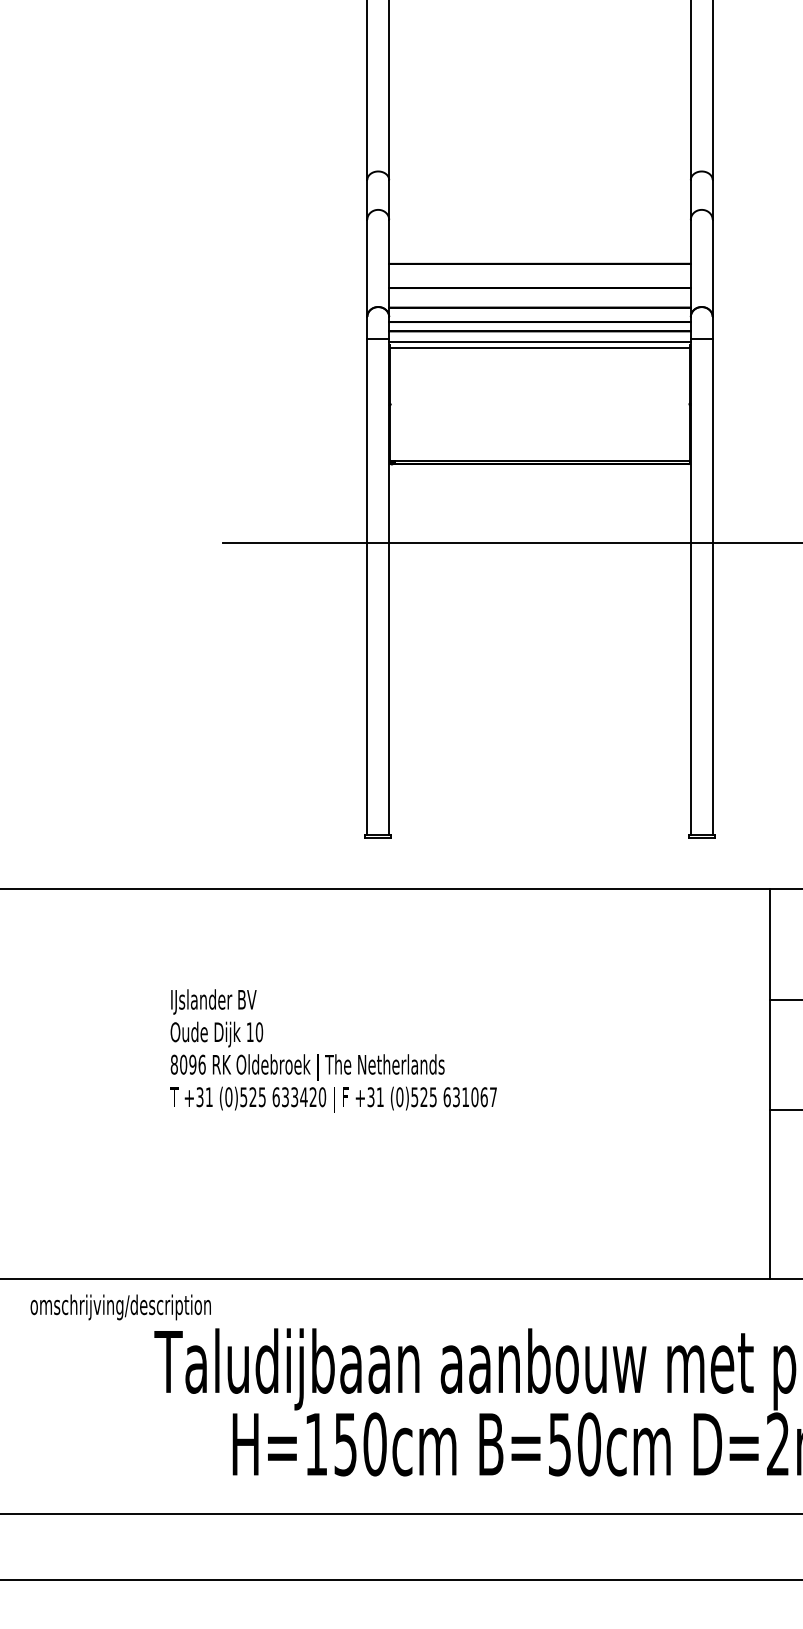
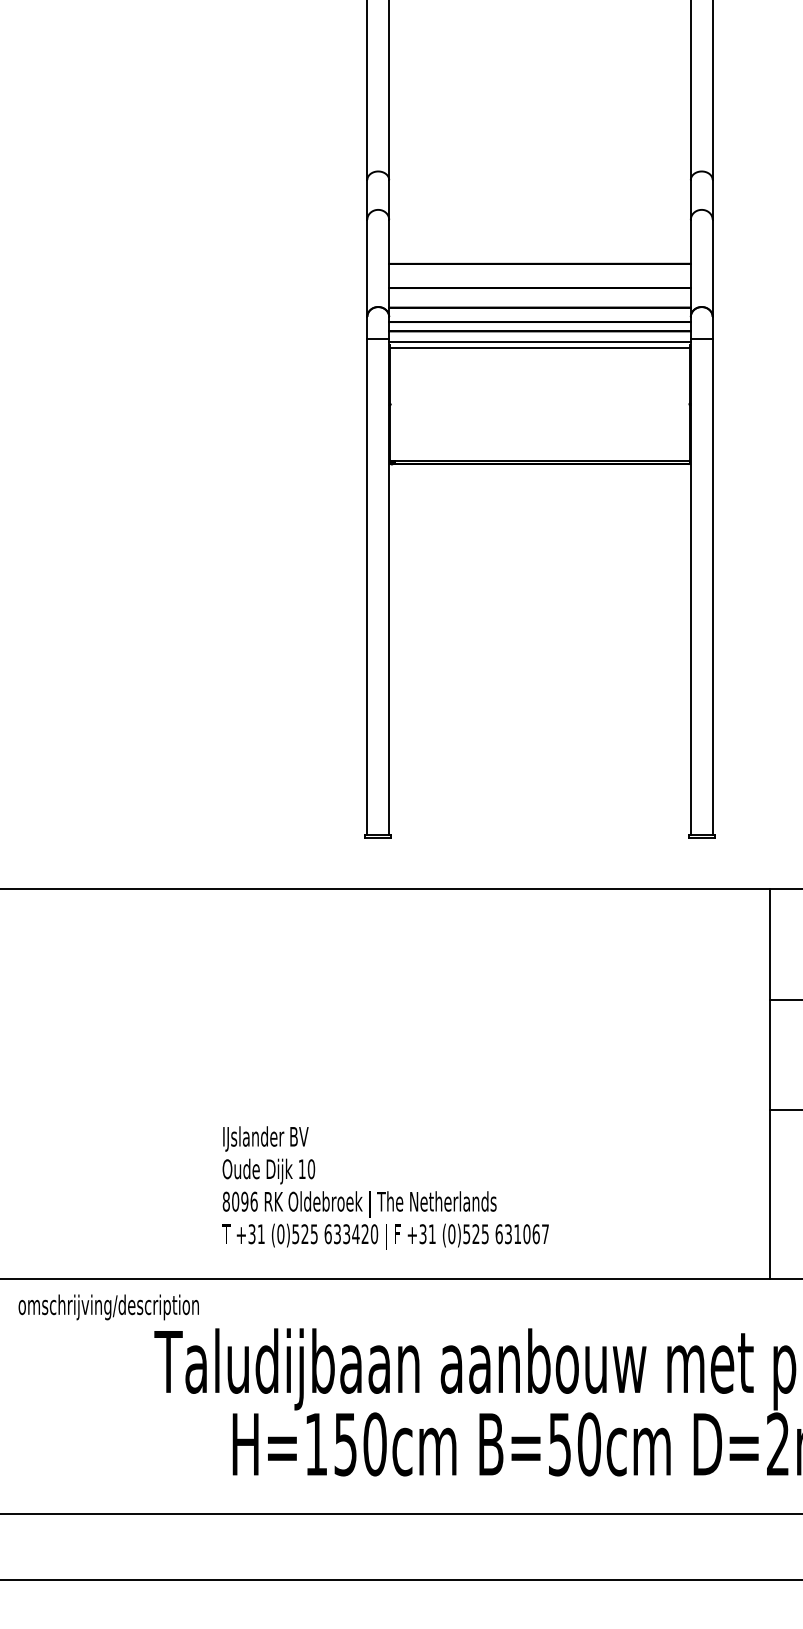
line at (510, 542): present -> none
text at (333, 1050) position: (333, 1050) -> (385, 1187)
text at (120, 1307) position: (120, 1307) -> (108, 1307)
